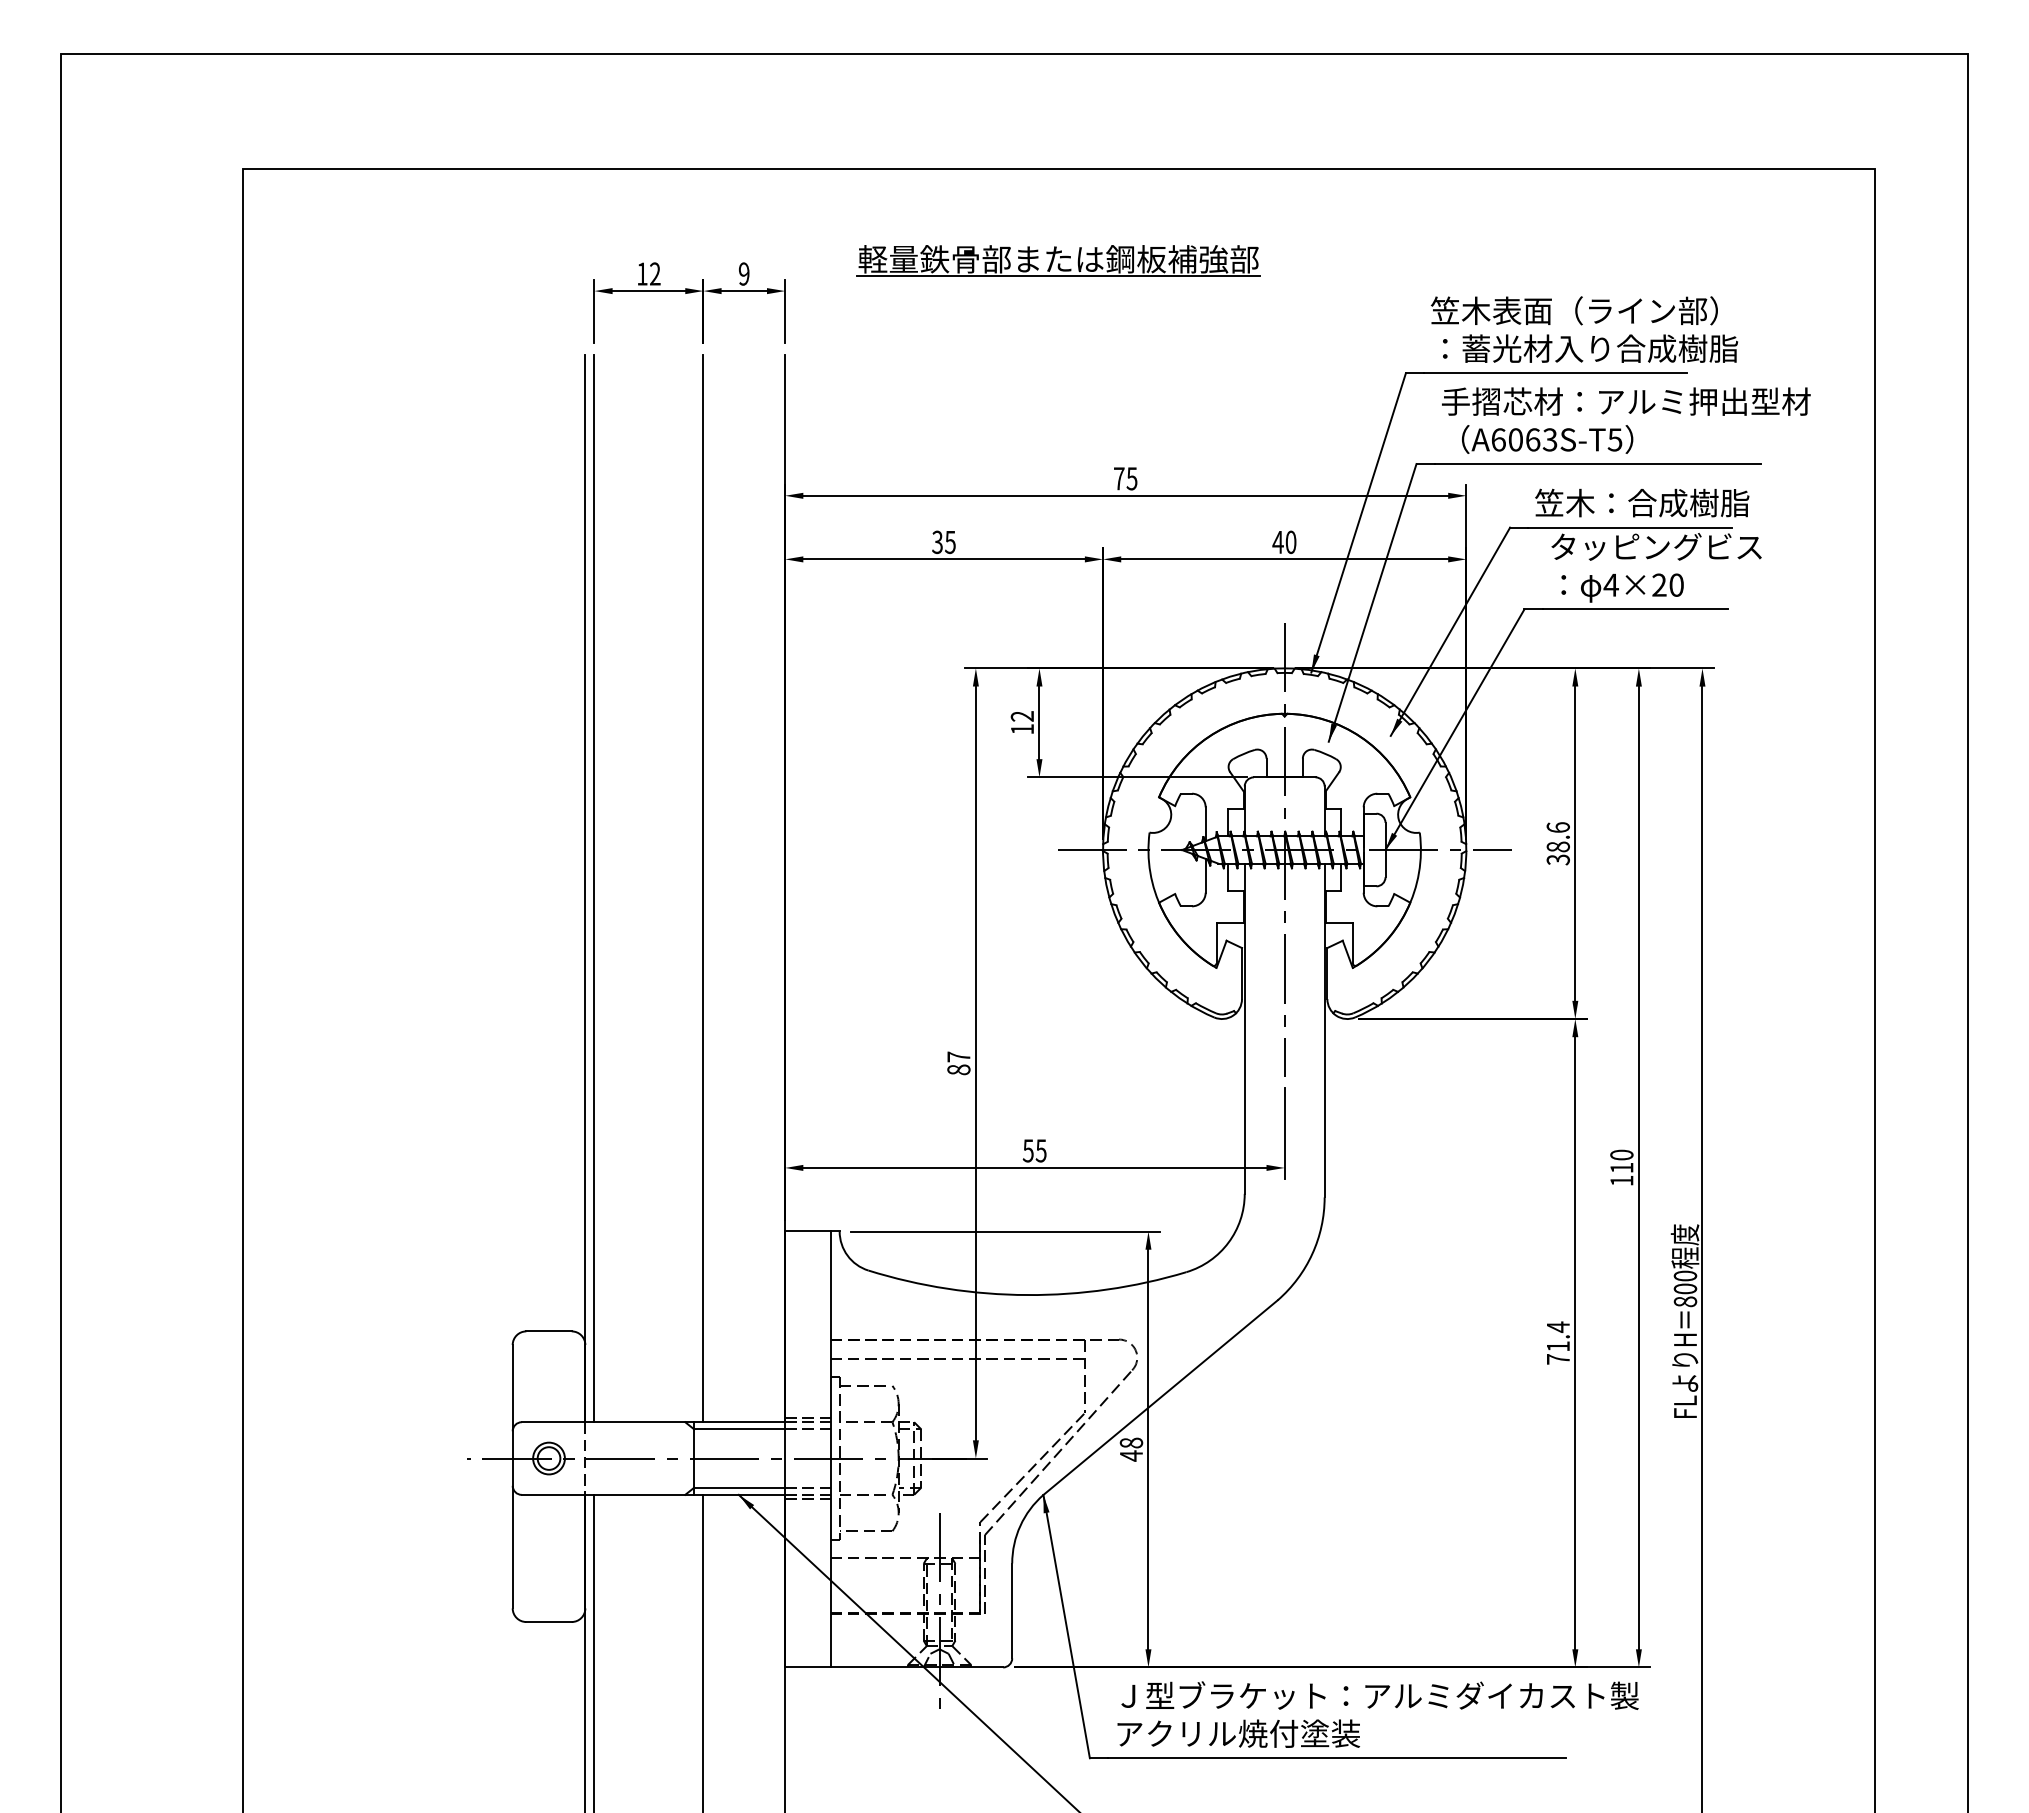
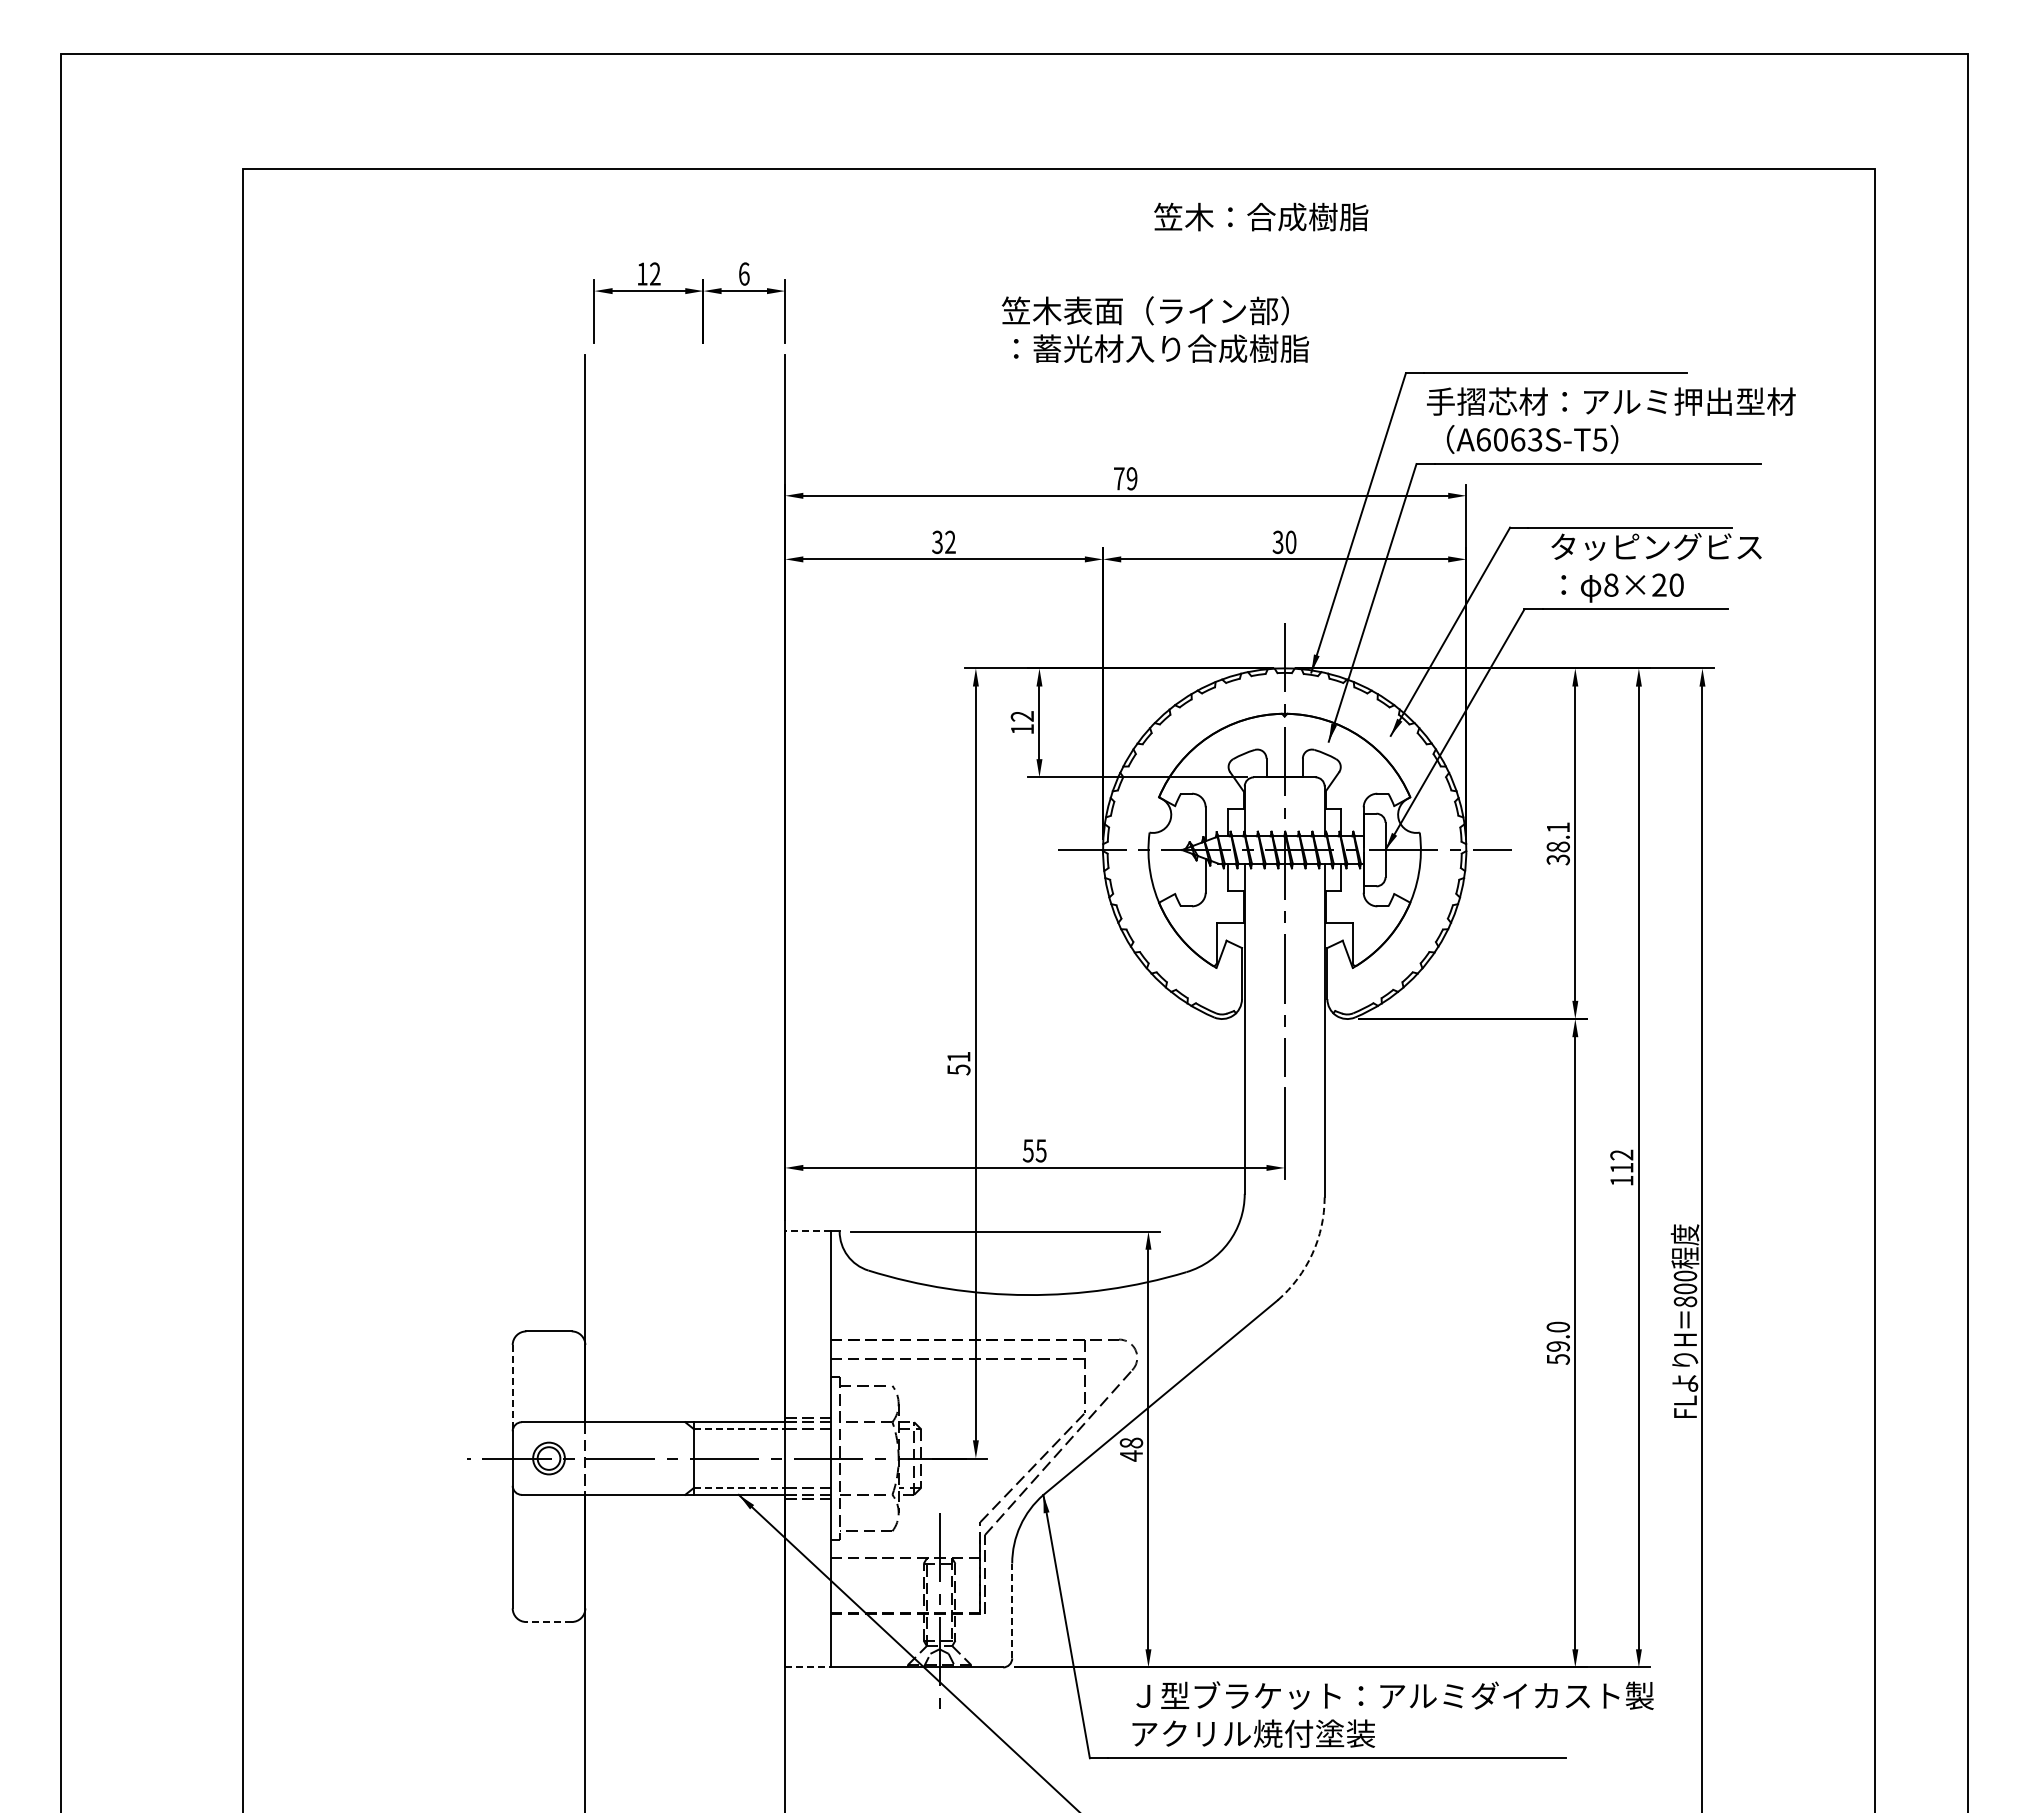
part at (1058, 260): present -> none
text at (743, 273): 9 -> 6
text at (1583, 329) position: (1583, 329) -> (1154, 329)
text at (1626, 420) position: (1626, 420) -> (1611, 420)
text at (1131, 478): 75 -> 79
text at (1642, 502) position: (1642, 502) -> (1261, 216)
text at (950, 542): 35 -> 32
text at (1277, 542): 40 -> 30
text at (1610, 584): 4×20 -> 8×20
text at (1557, 827): 38.6 -> 38.1
line at (594, 888): present -> none
line at (703, 888): present -> none
text at (958, 1063): 87 -> 51
text at (1621, 1154): 110 -> 112
line at (807, 1231): solid -> dashed
arc at (1312, 1253): solid -> dashed
text at (1557, 1342): 71.4 -> 59.0
line at (512, 1387): solid -> dashed
line at (740, 1429): solid -> dashed
line at (740, 1487): solid -> dashed
line at (1012, 1610): solid -> dashed
line at (549, 1622): solid -> dashed
line at (594, 1651): present -> none
line at (703, 1651): present -> none
line at (807, 1667): solid -> dashed
text at (1377, 1714) position: (1377, 1714) -> (1392, 1714)
